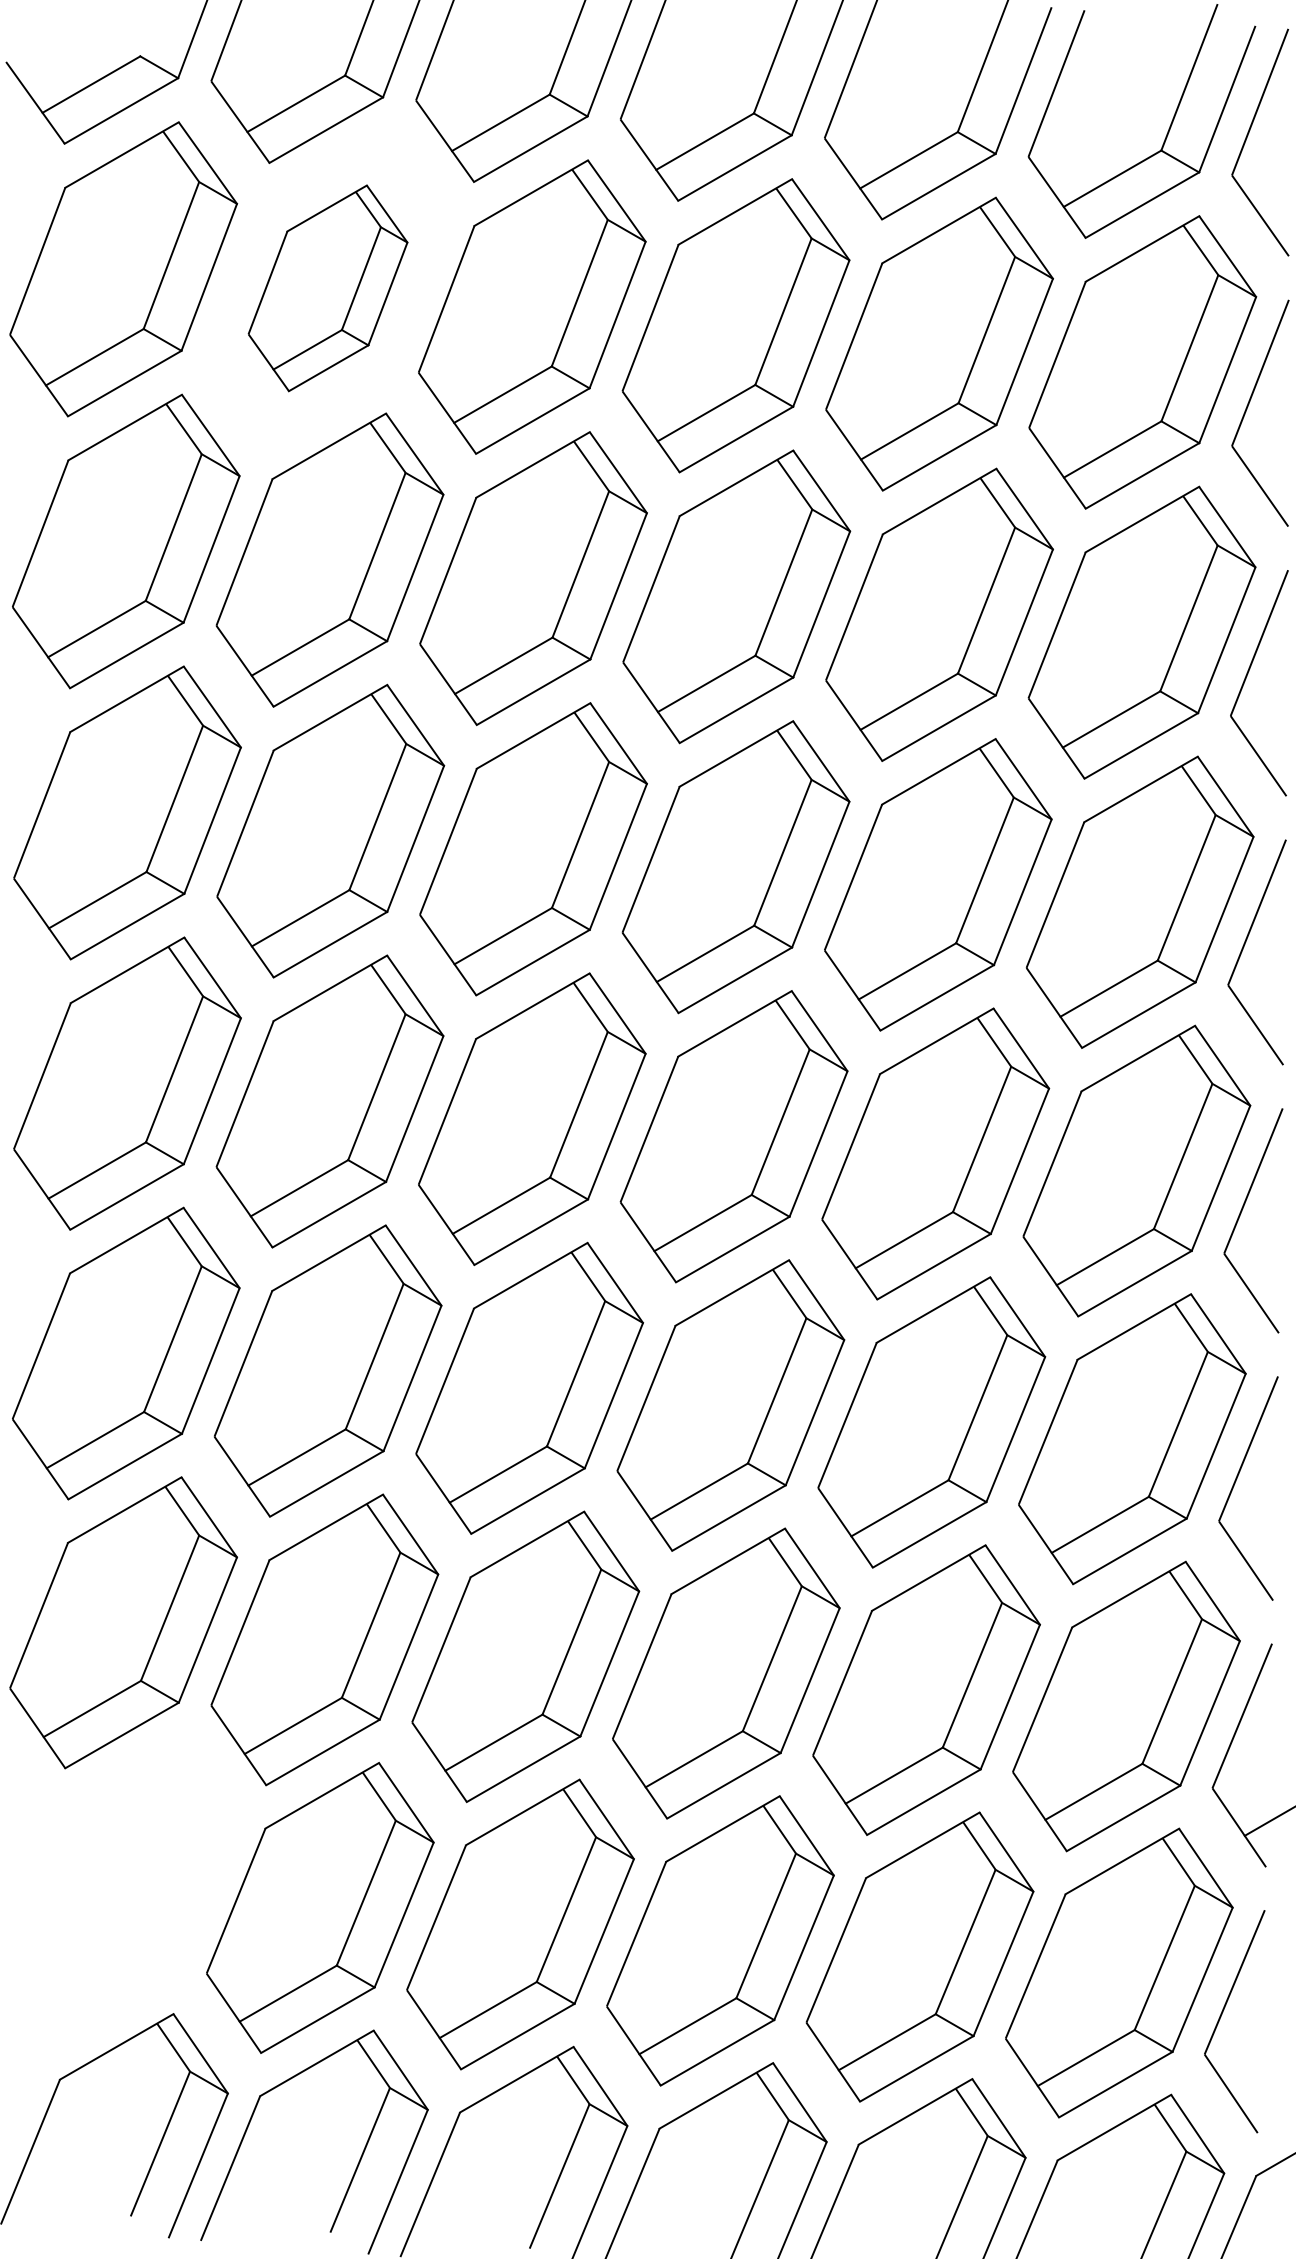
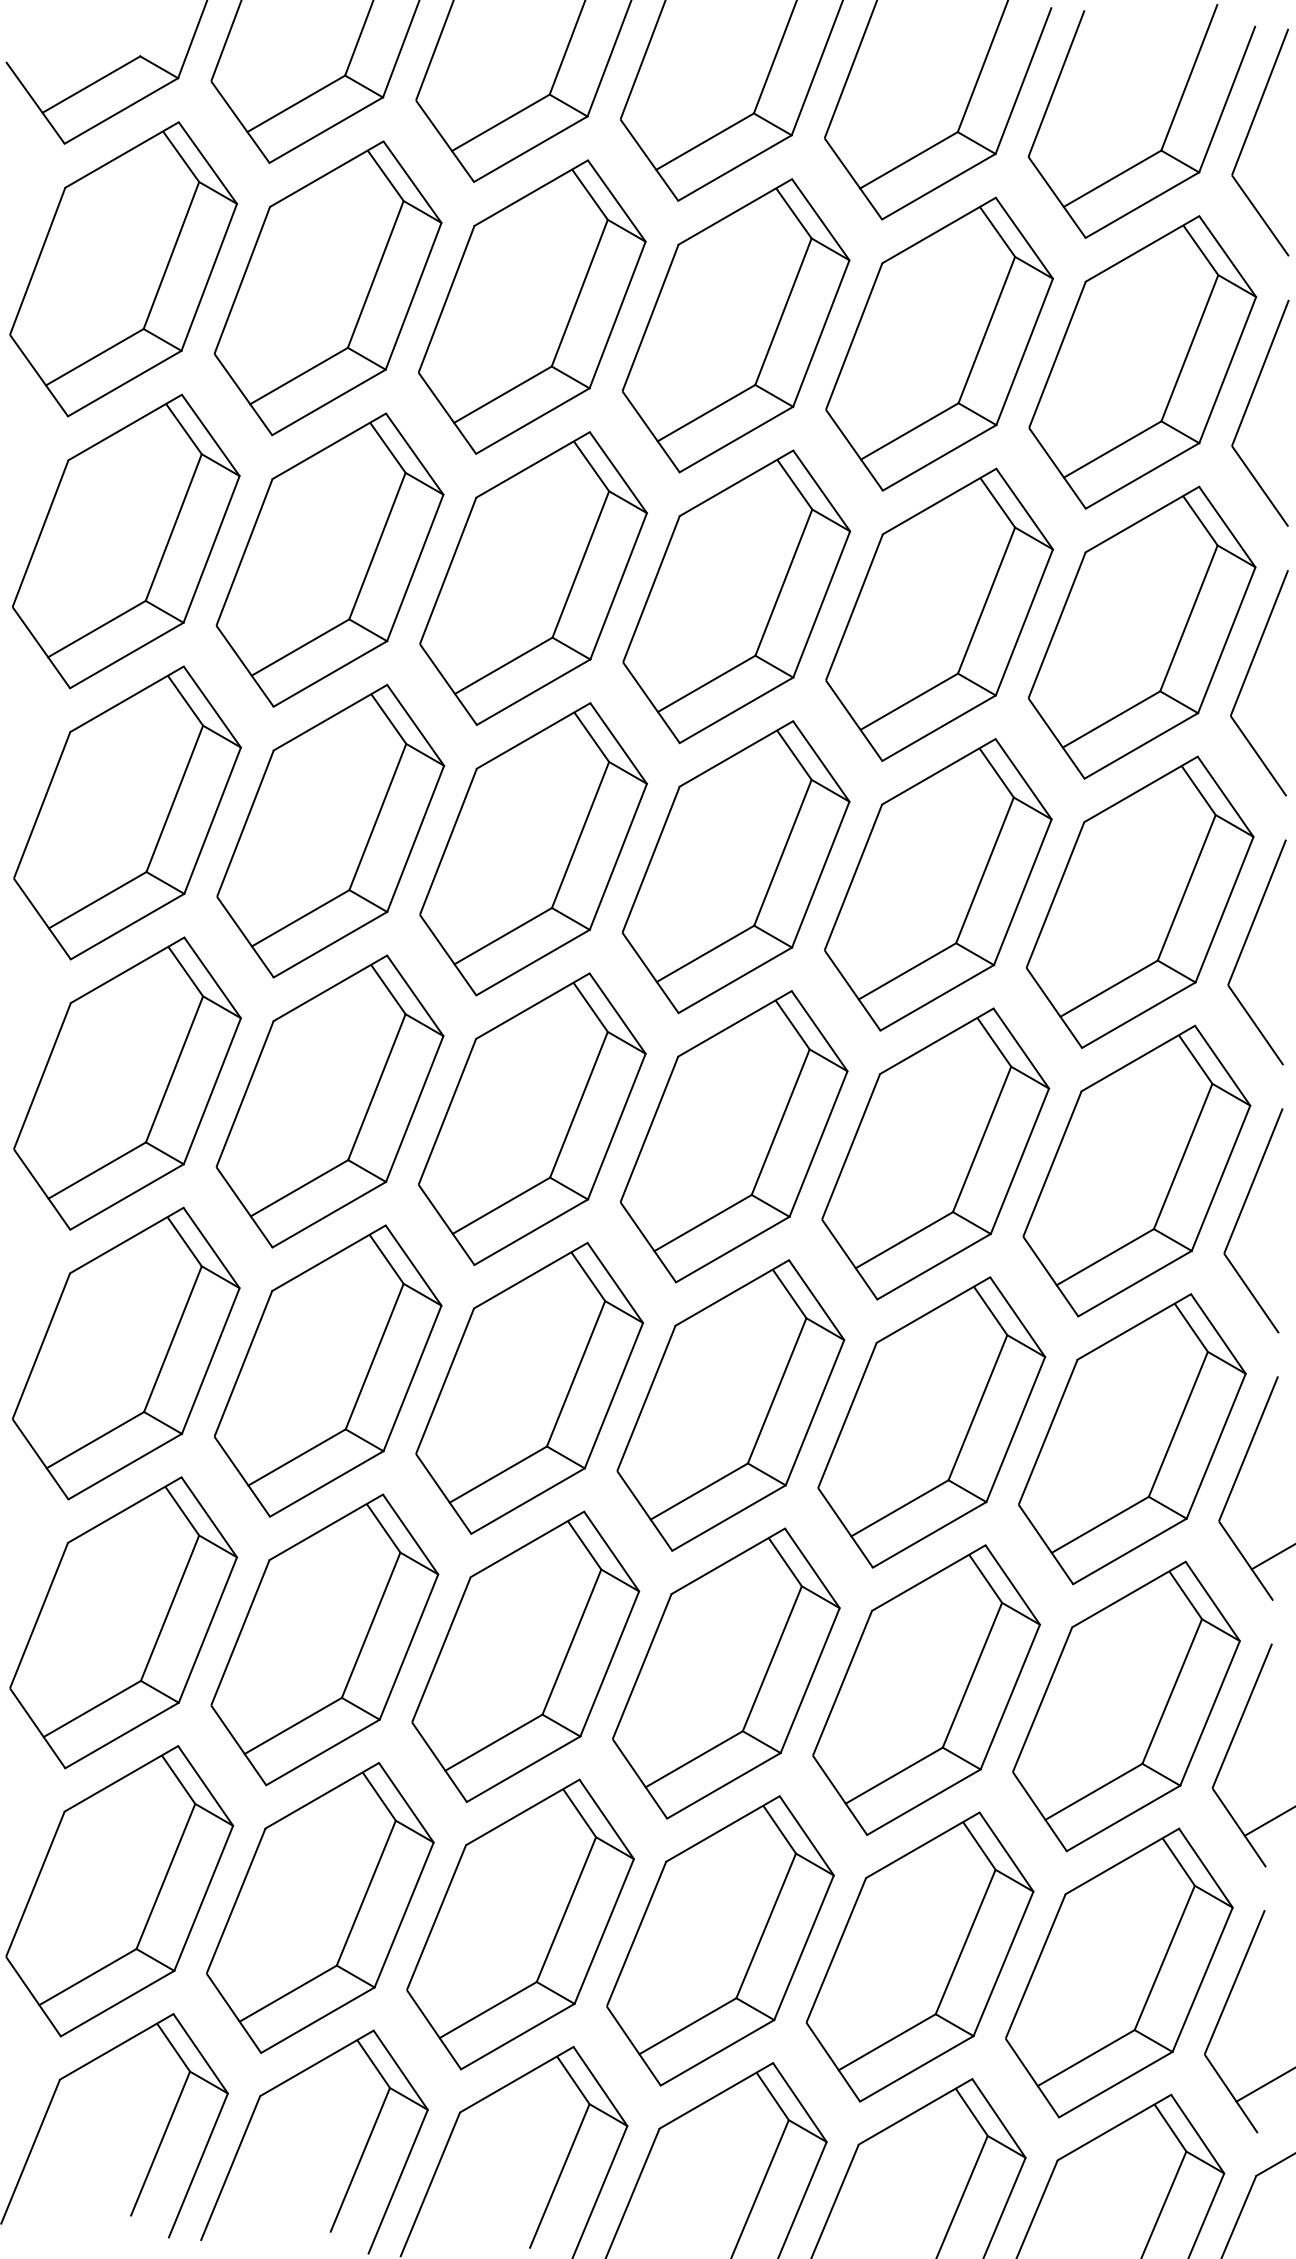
part at (327, 288) size: 162x209 px -> 230x297 px
line at (1271, 1557): none -> present
part at (119, 1891): none -> present
line at (1264, 2085): none -> present
